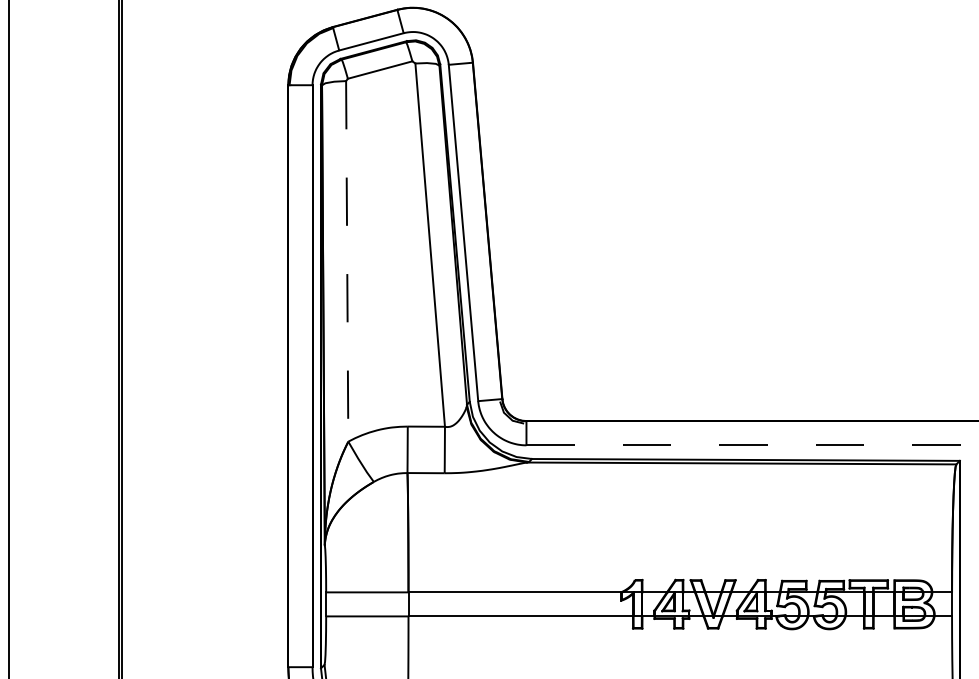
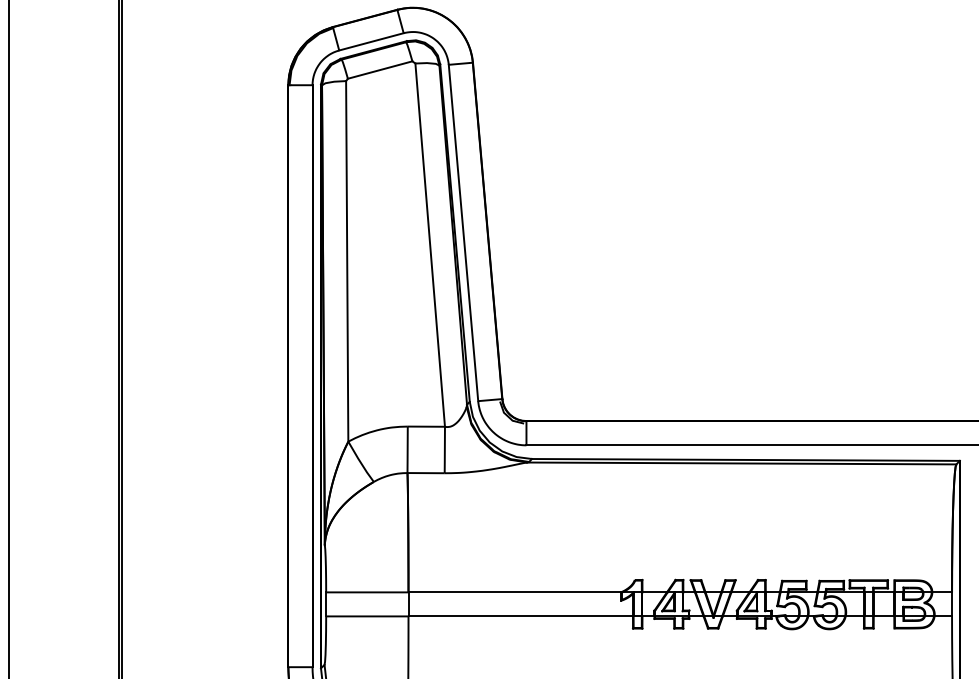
line at (347, 261): dashed -> solid
line at (752, 445): dashed -> solid
